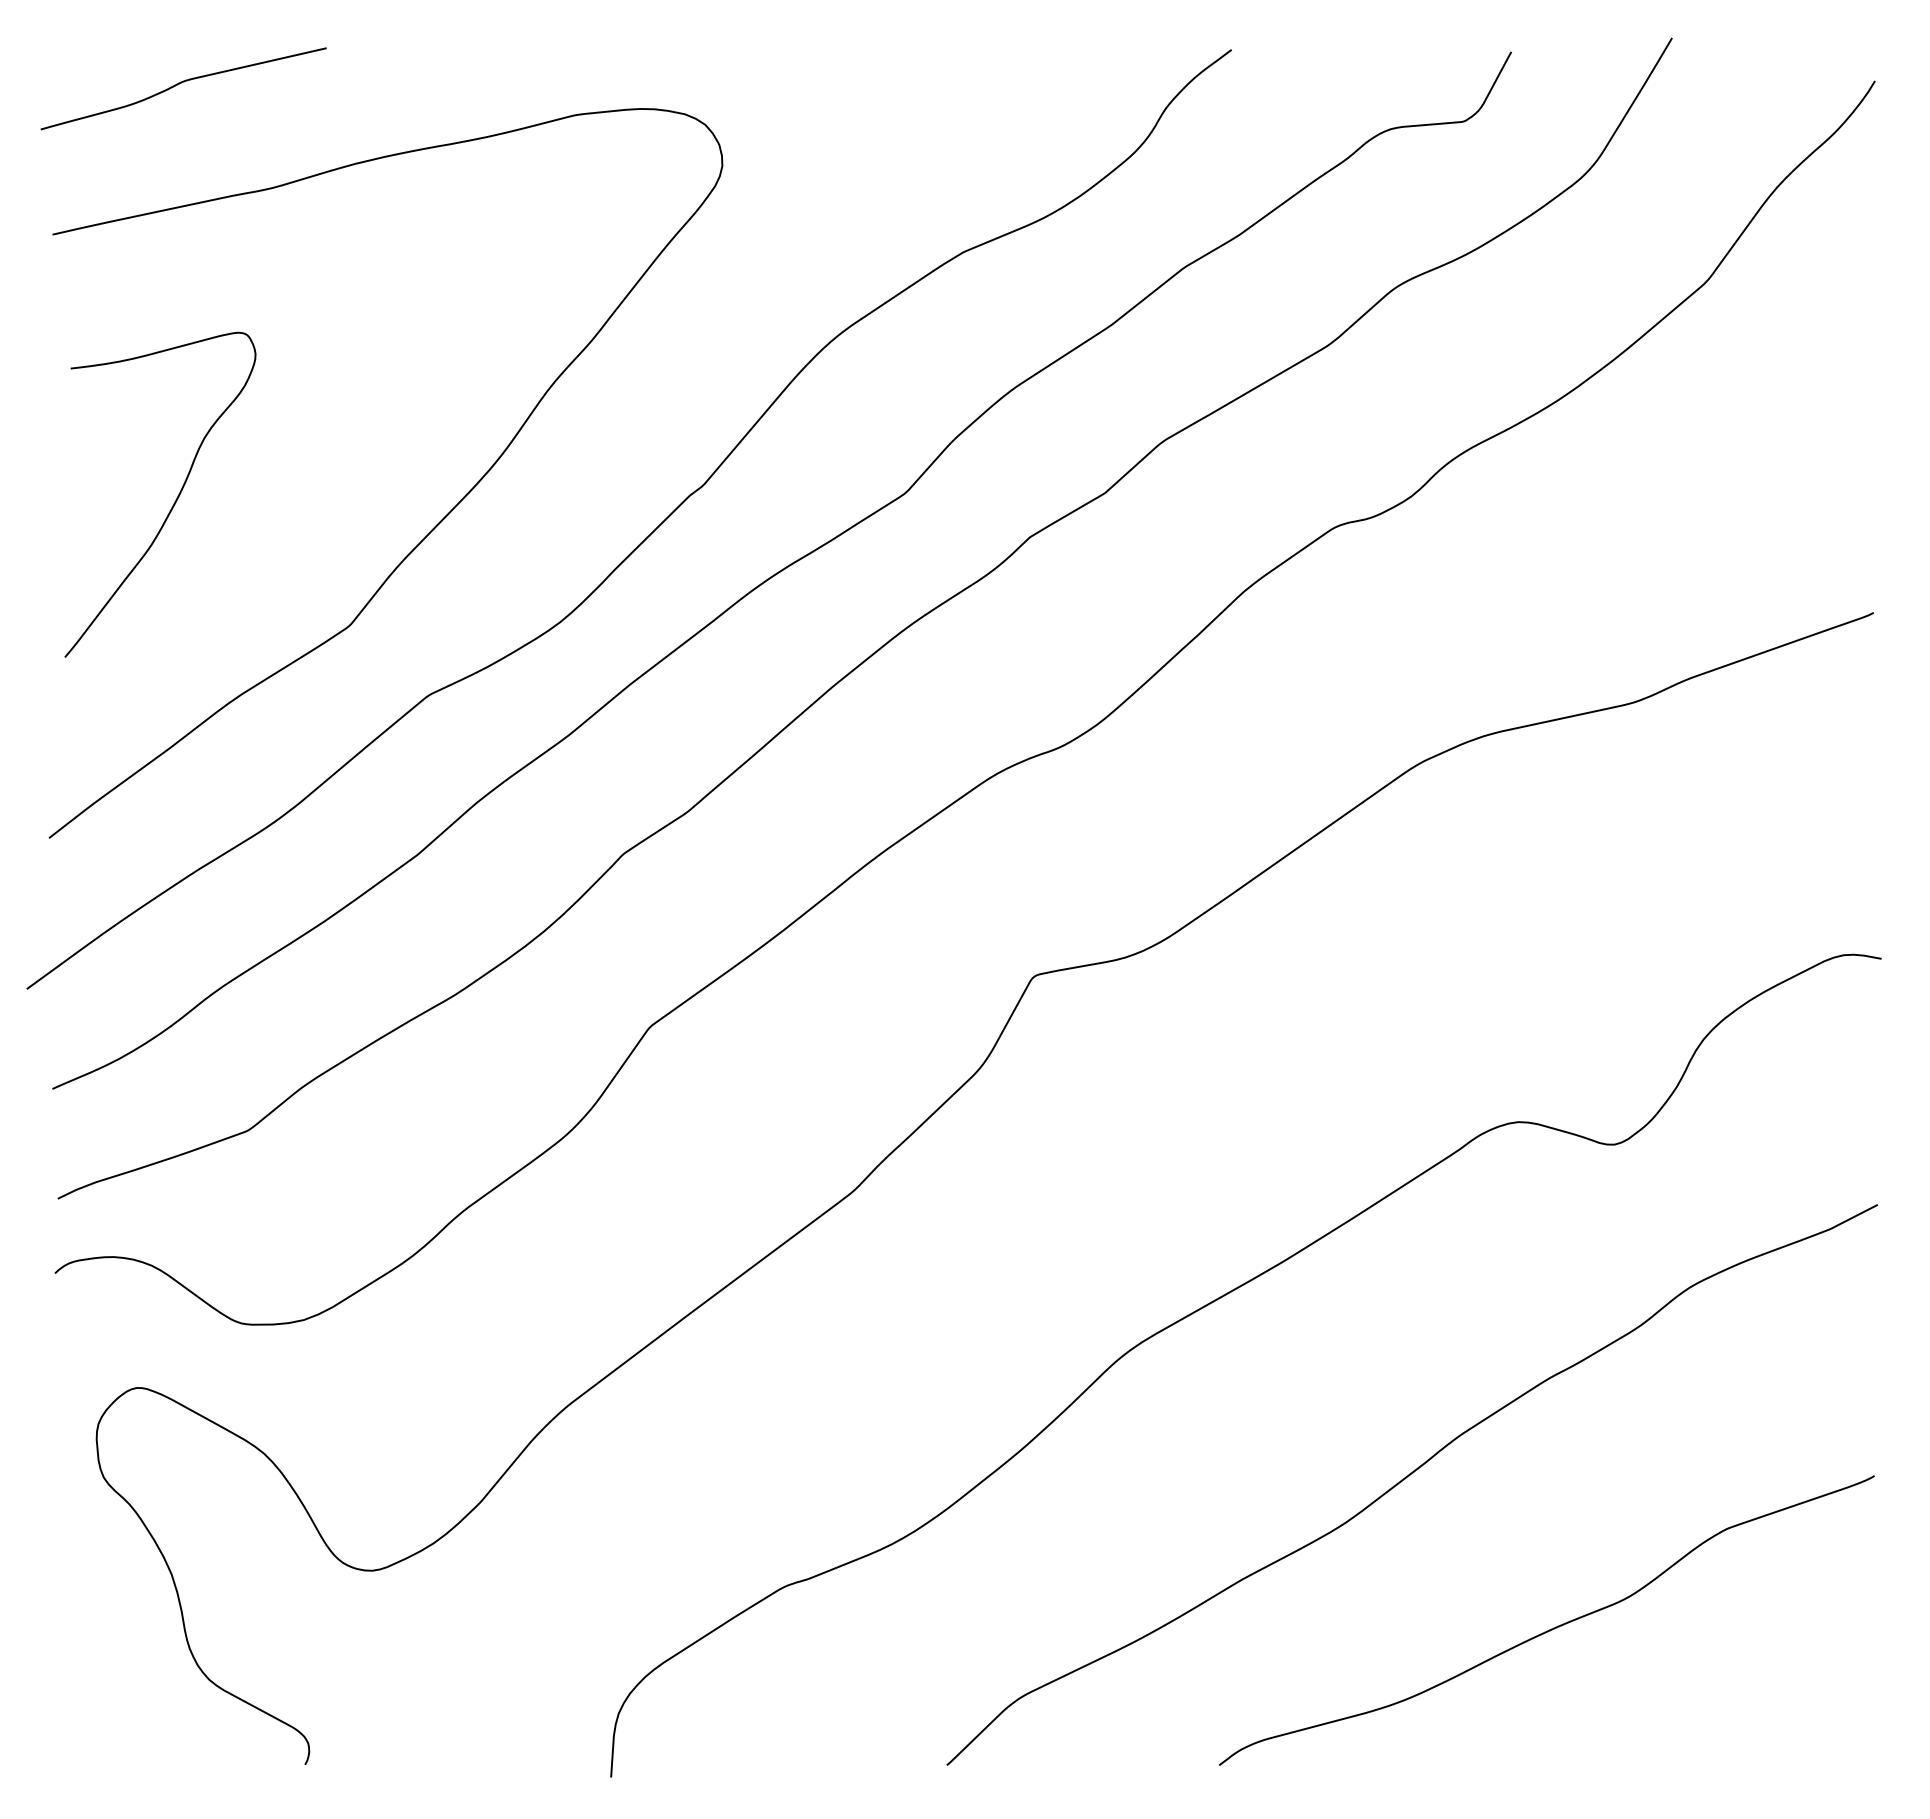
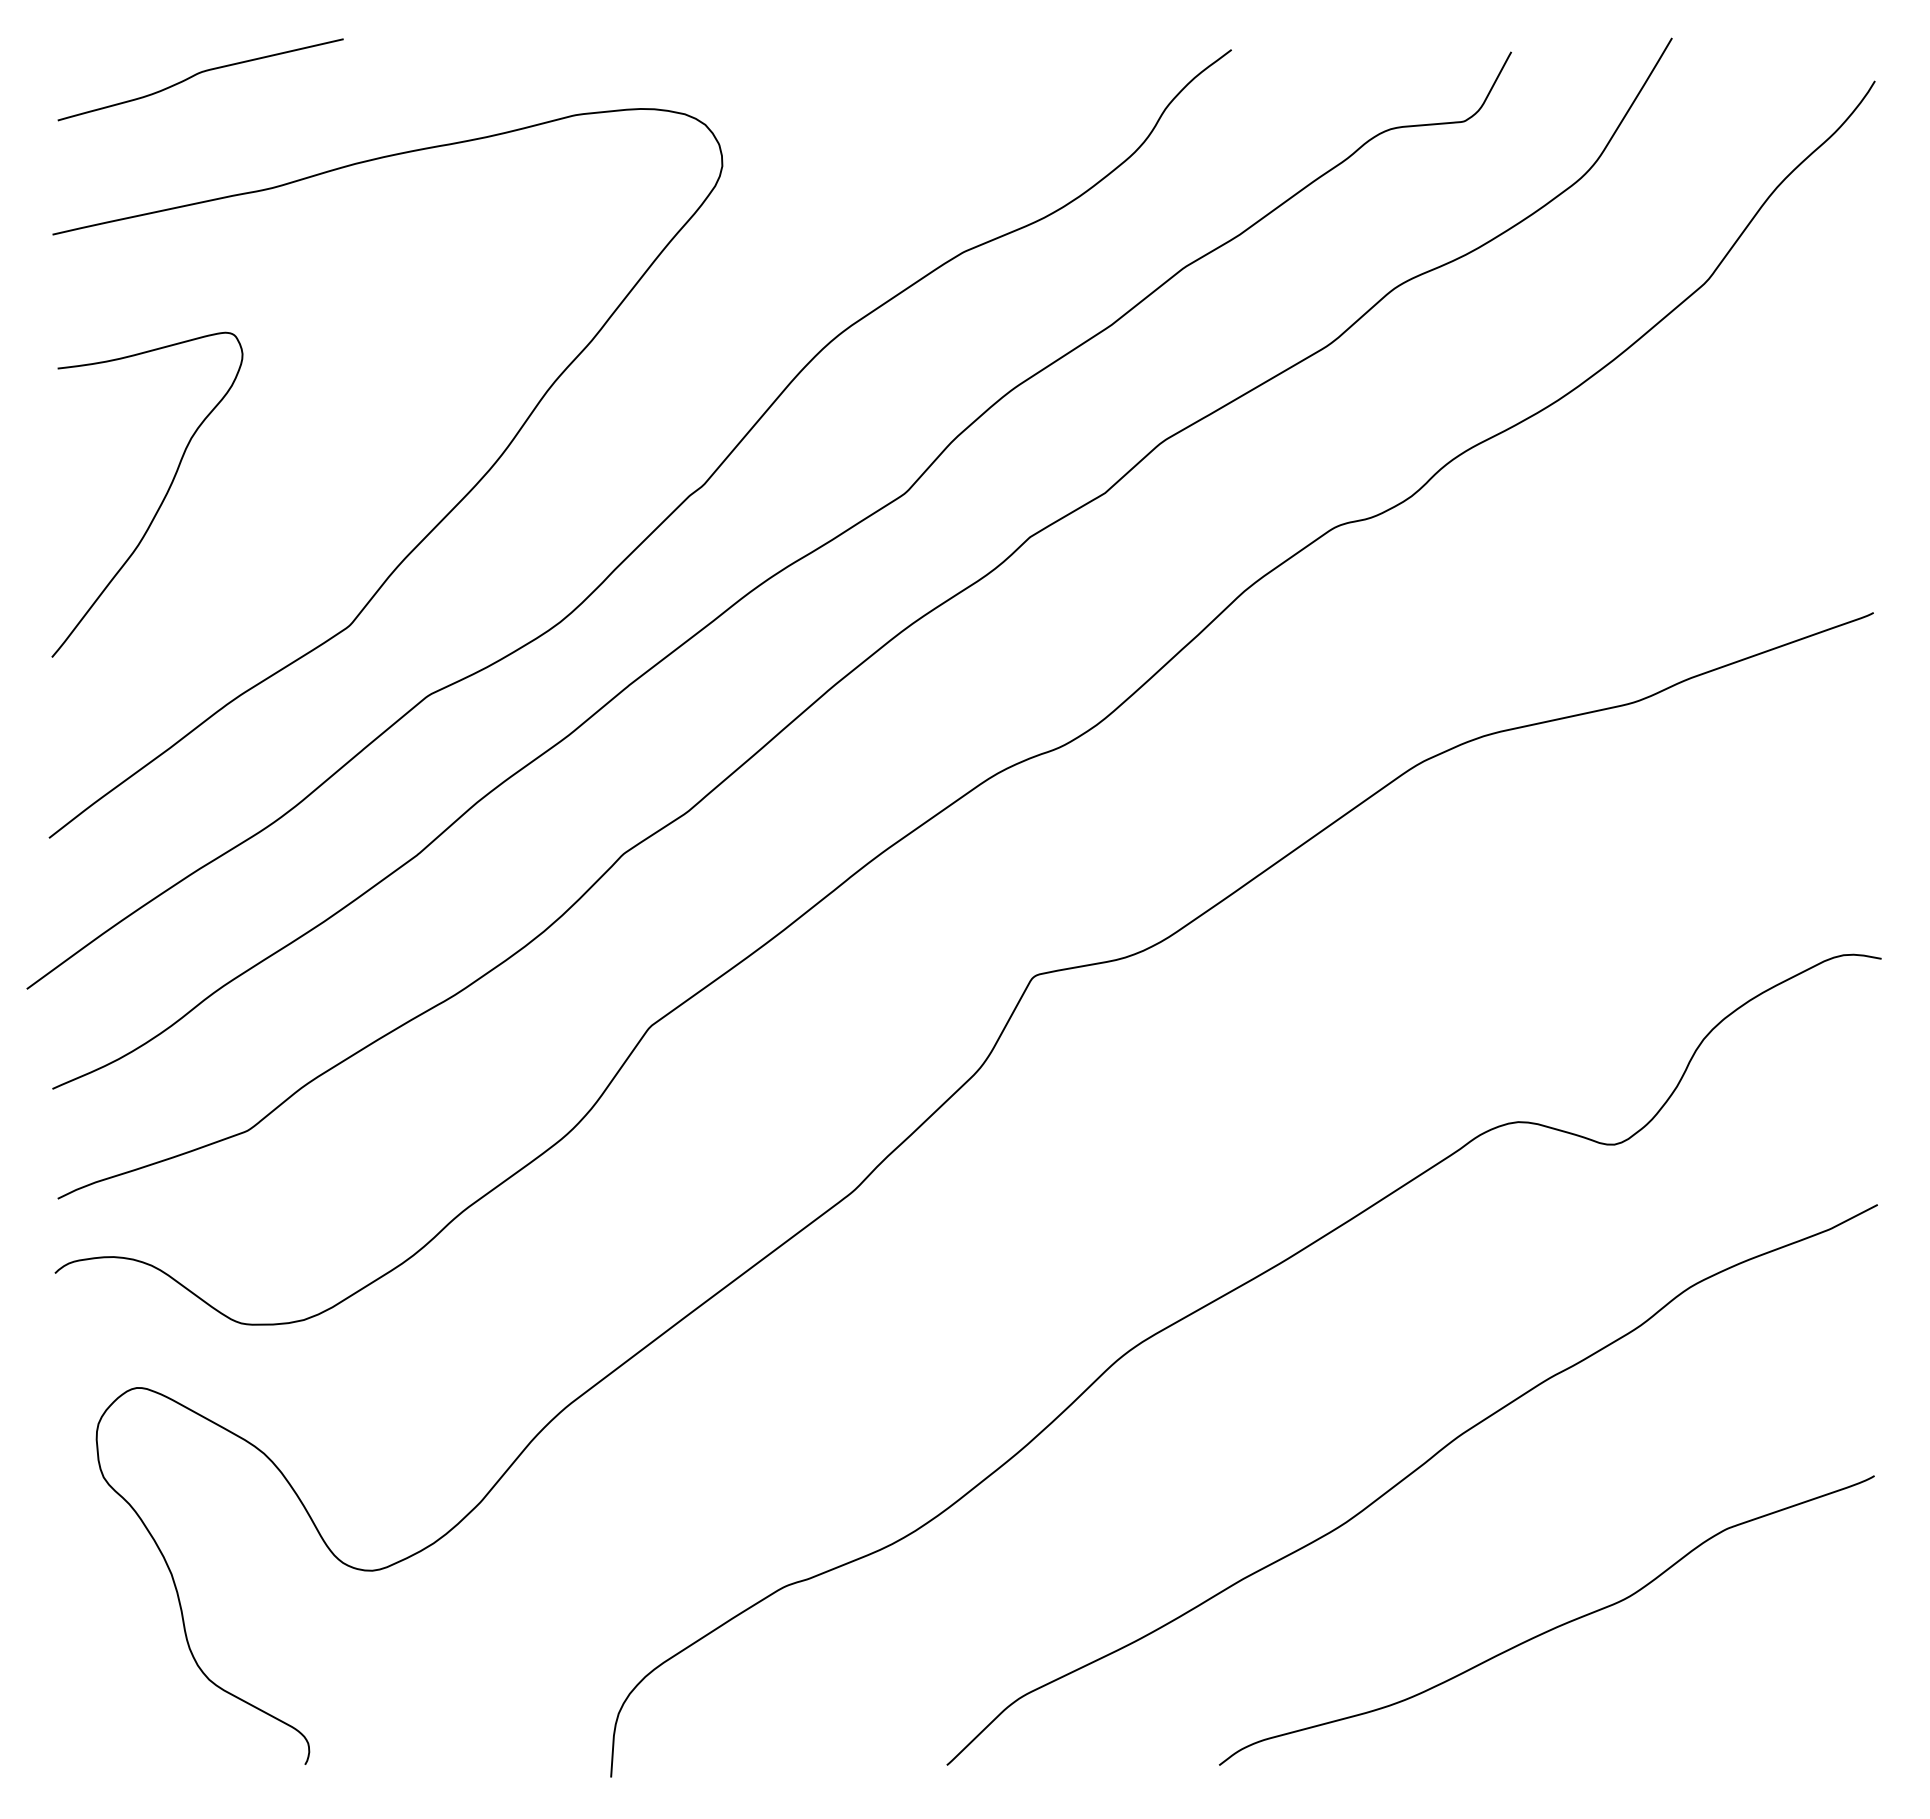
curve at (181, 83) position: (181, 83) -> (198, 74)
curve at (174, 501) position: (174, 501) -> (161, 501)
